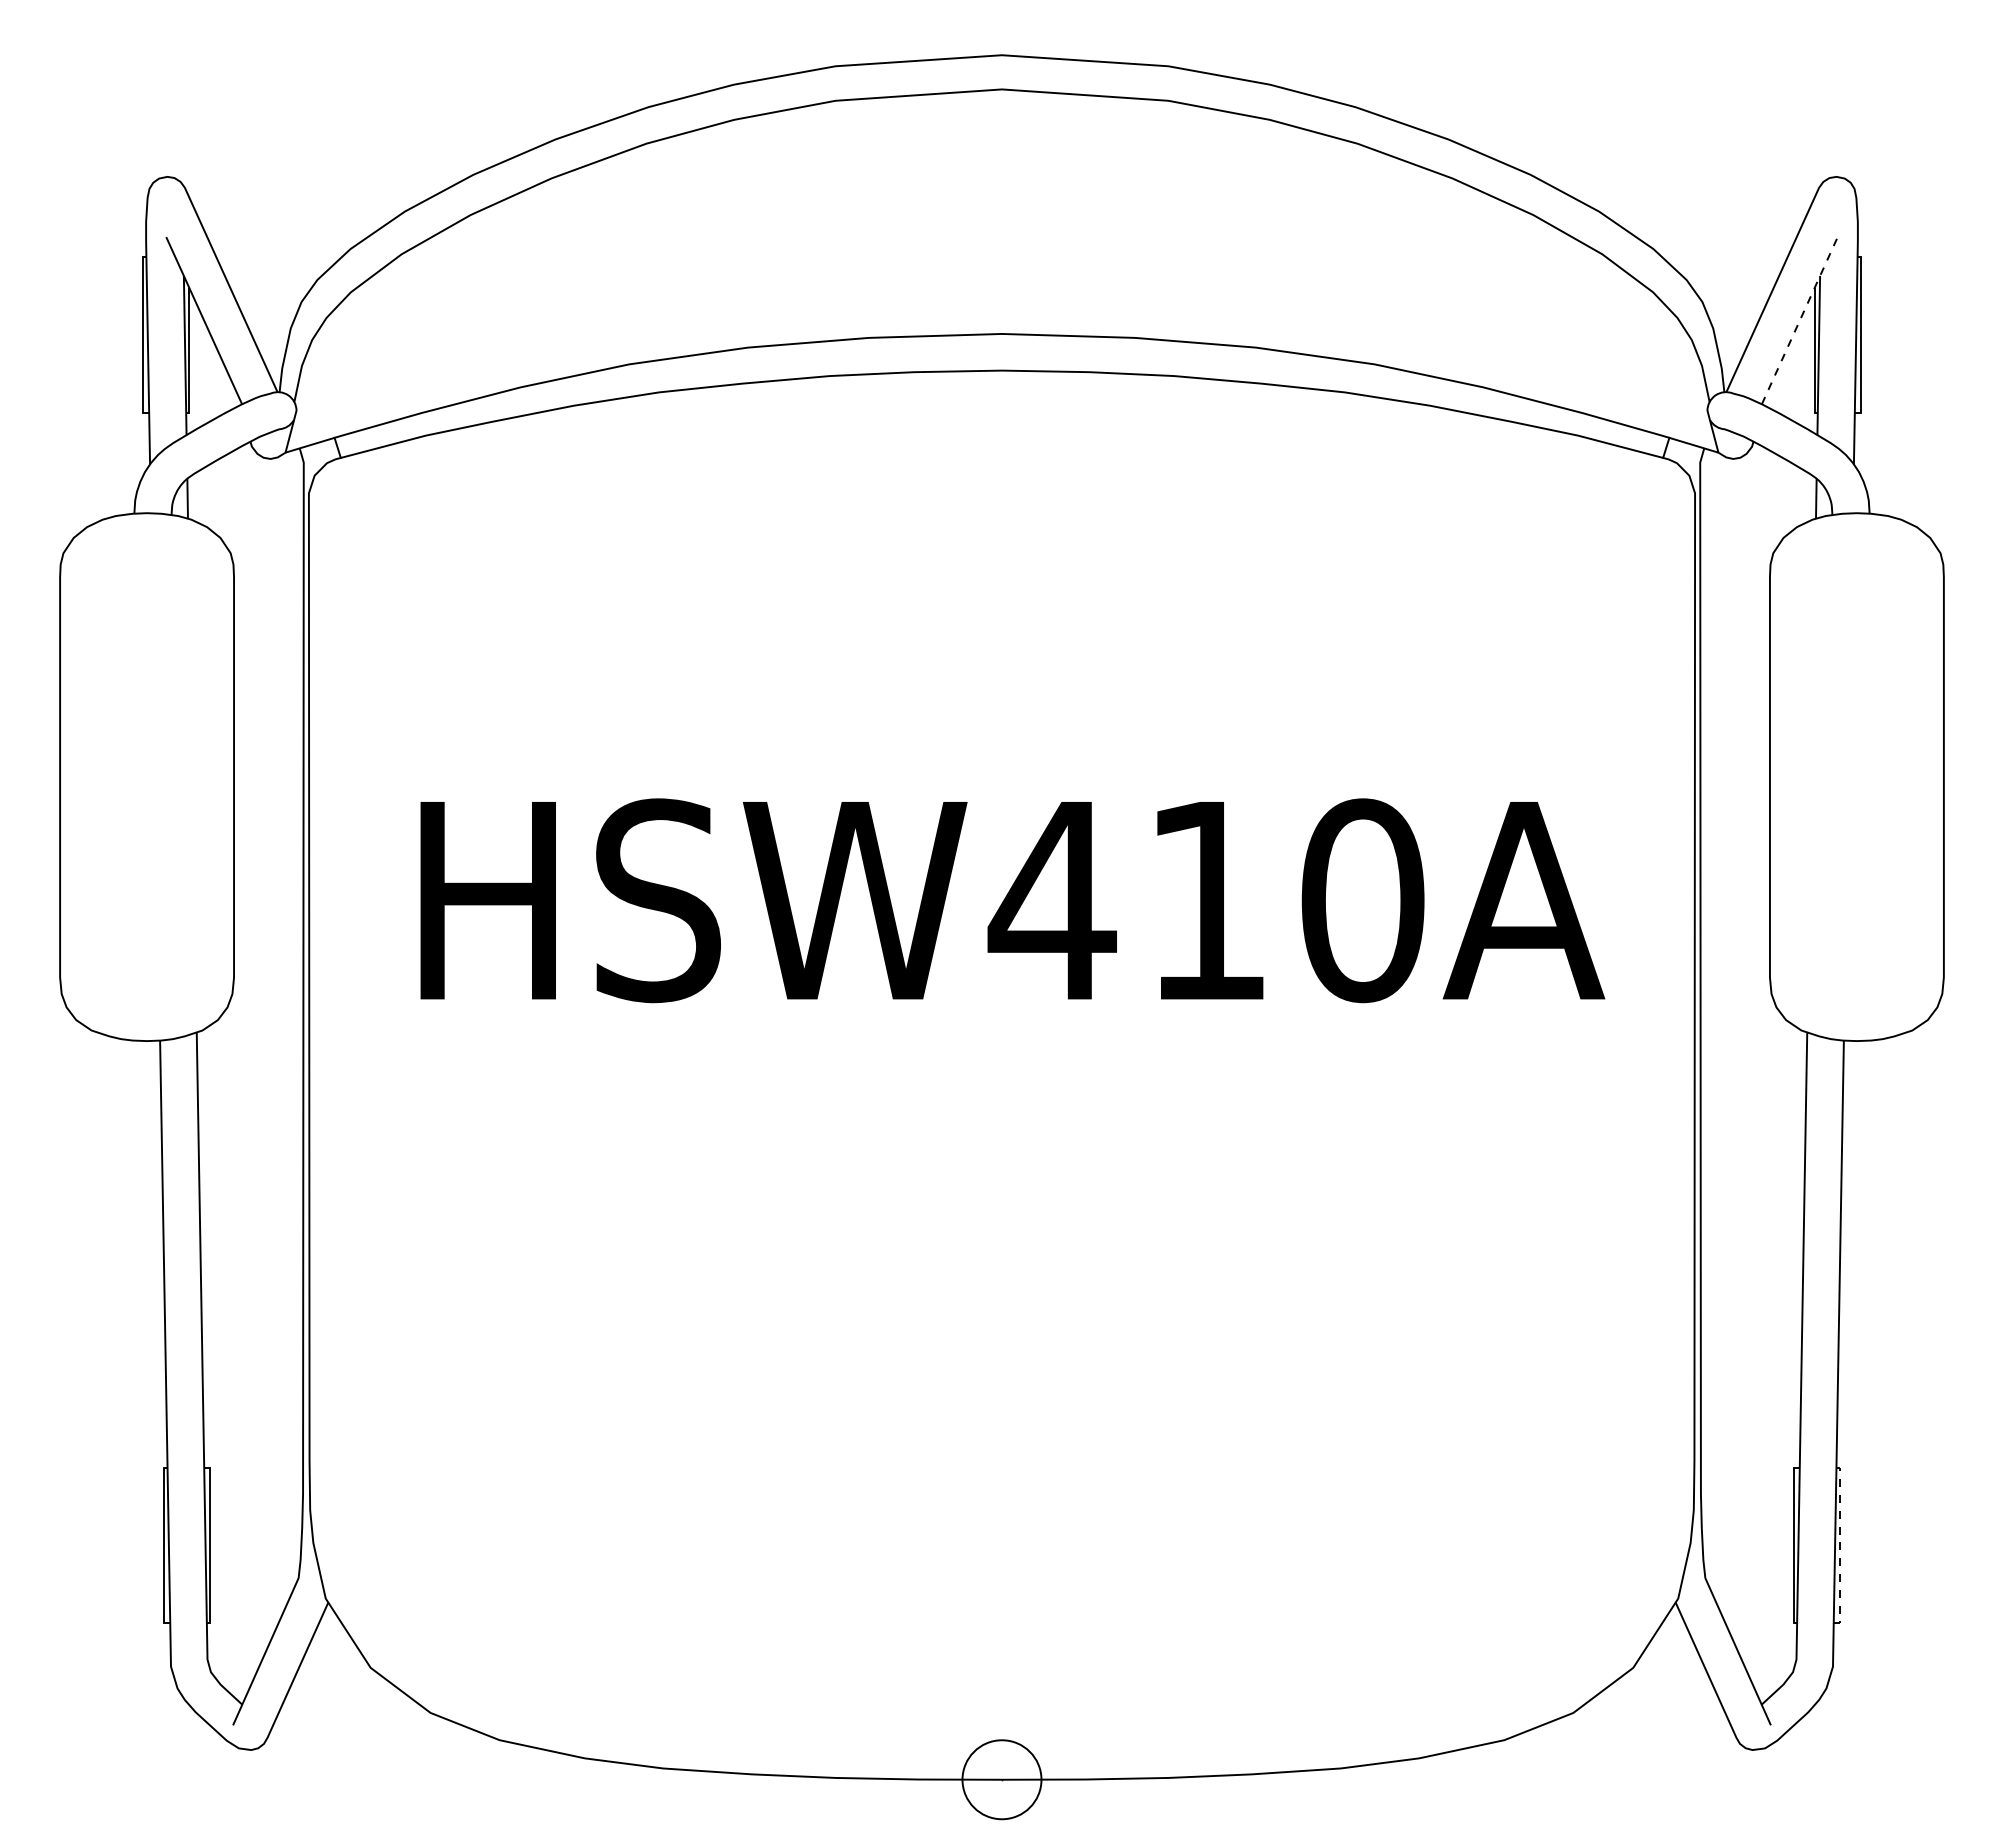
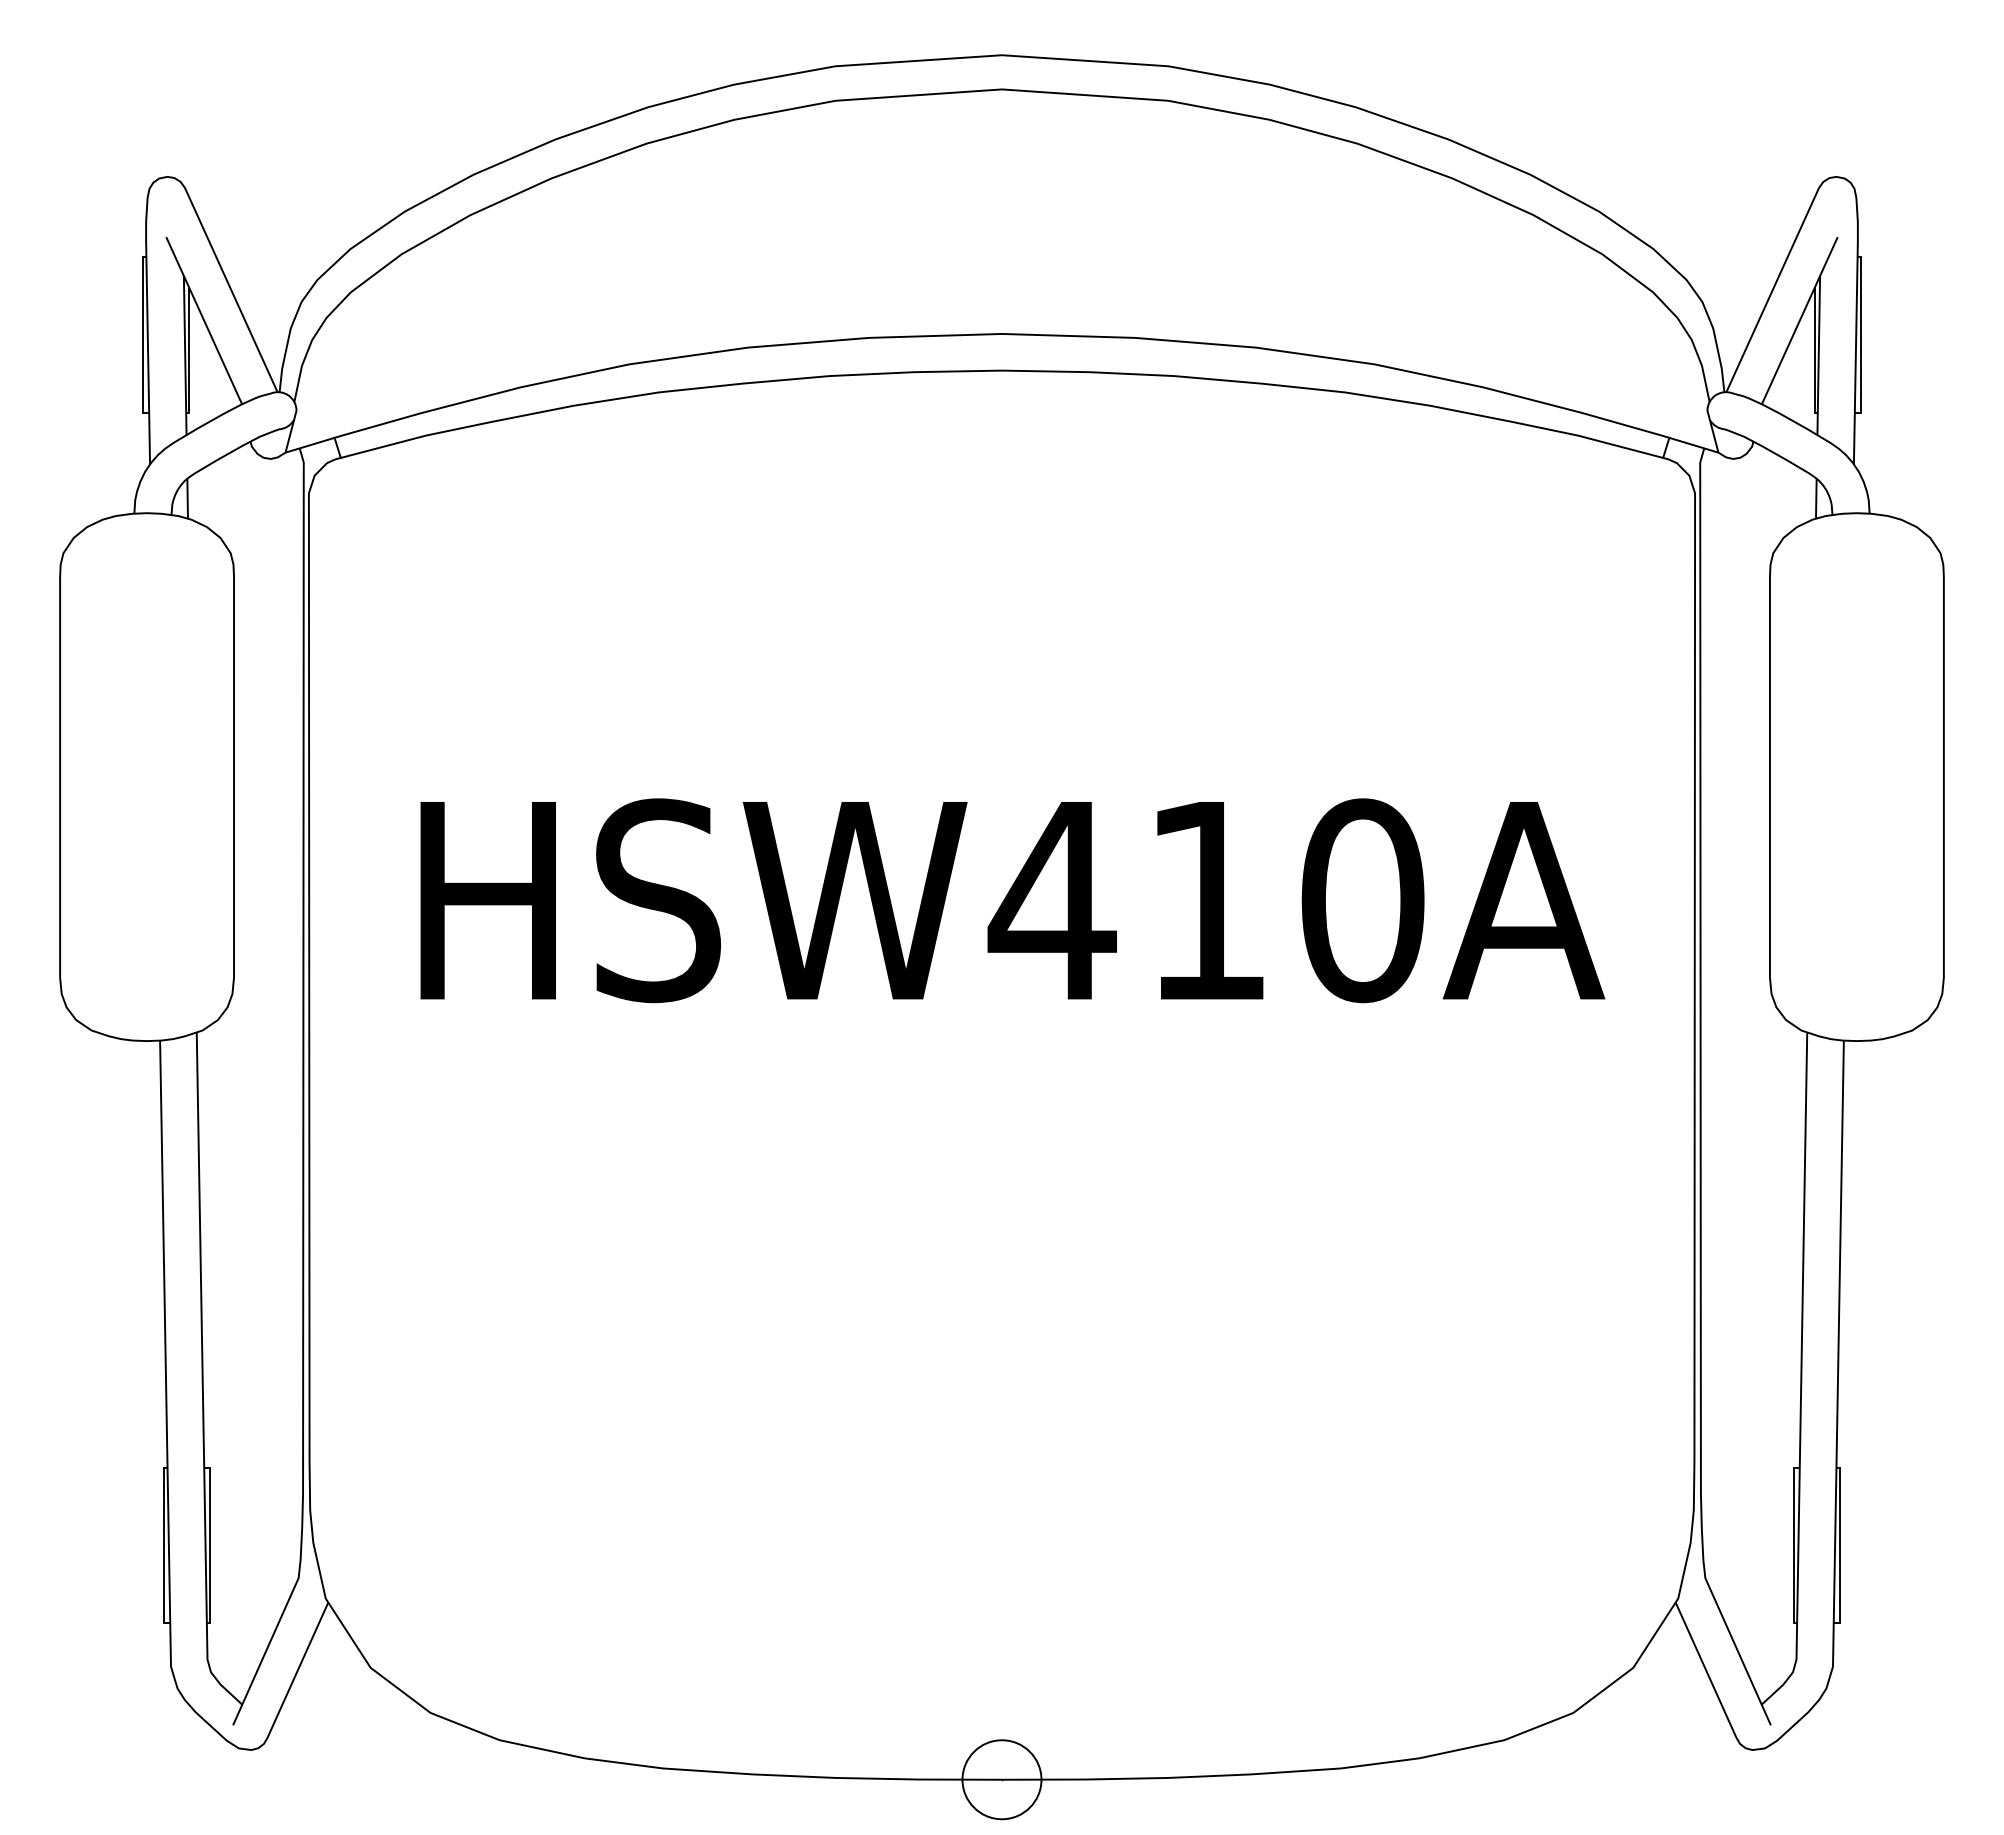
line at (1799, 320): dashed -> solid
line at (1840, 1546): dashed -> solid
